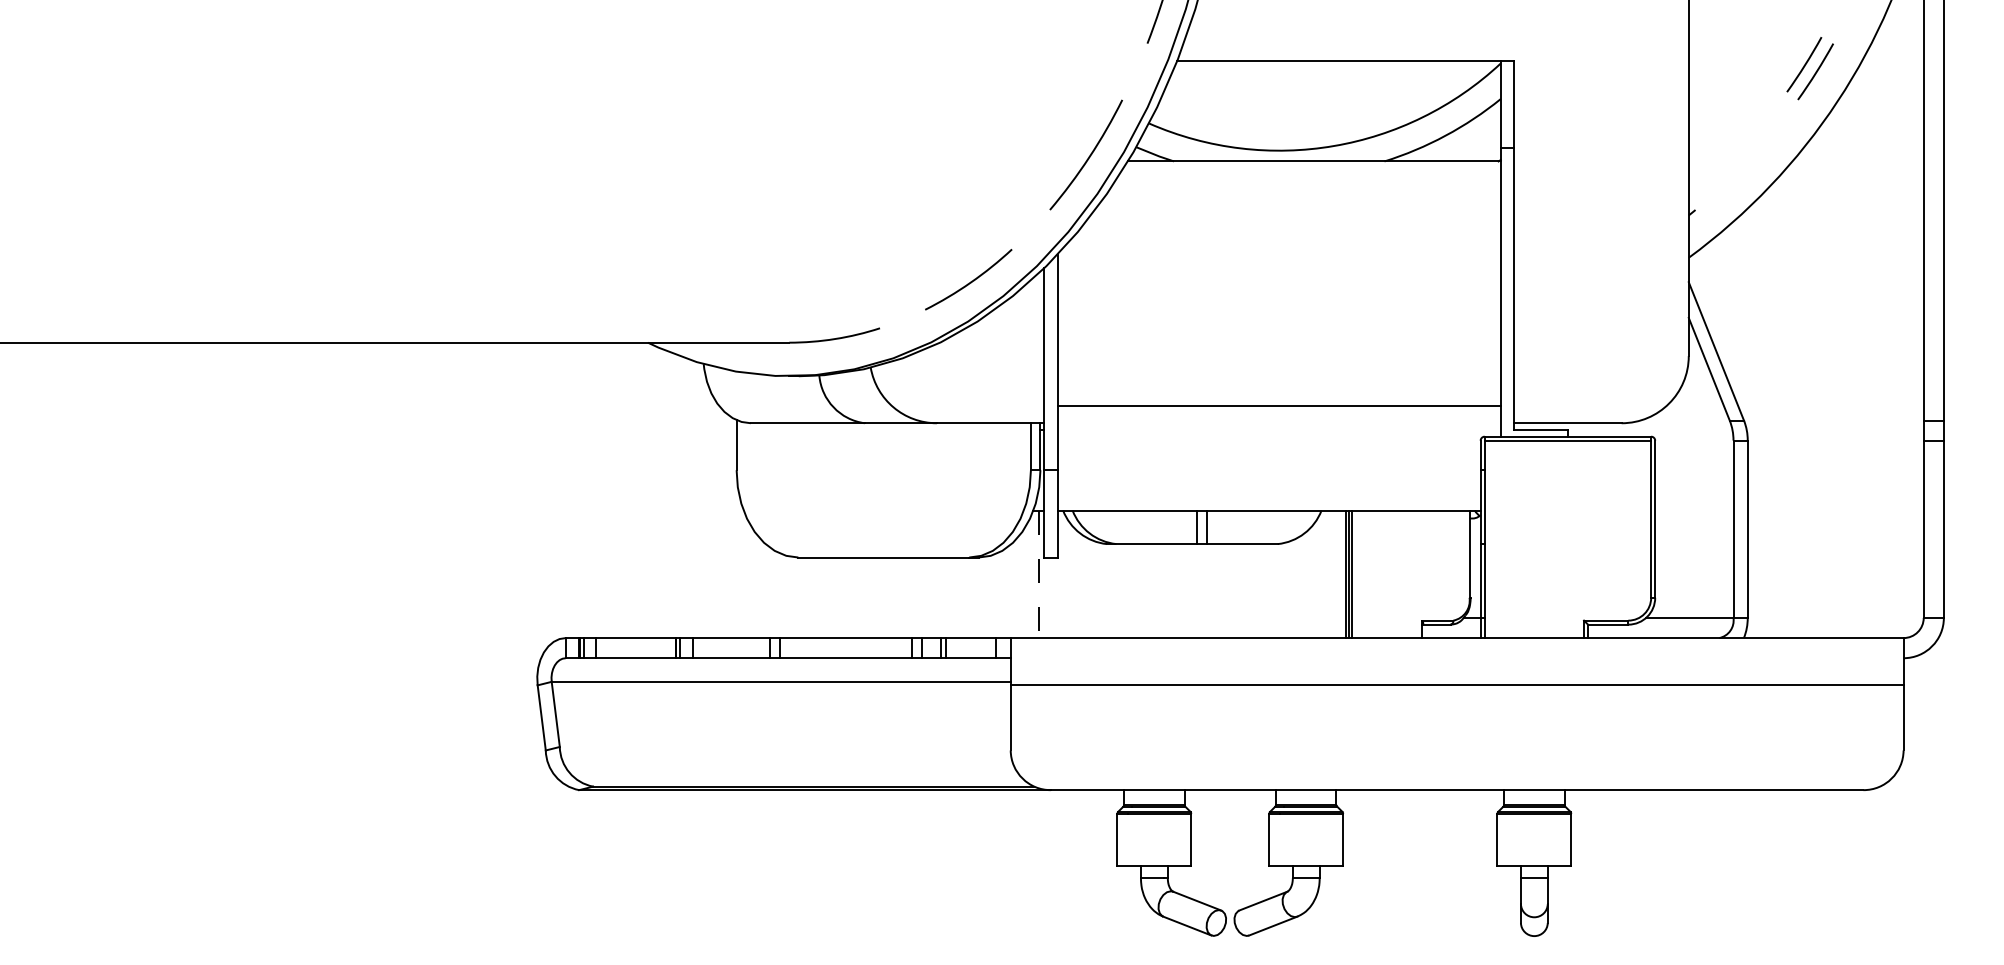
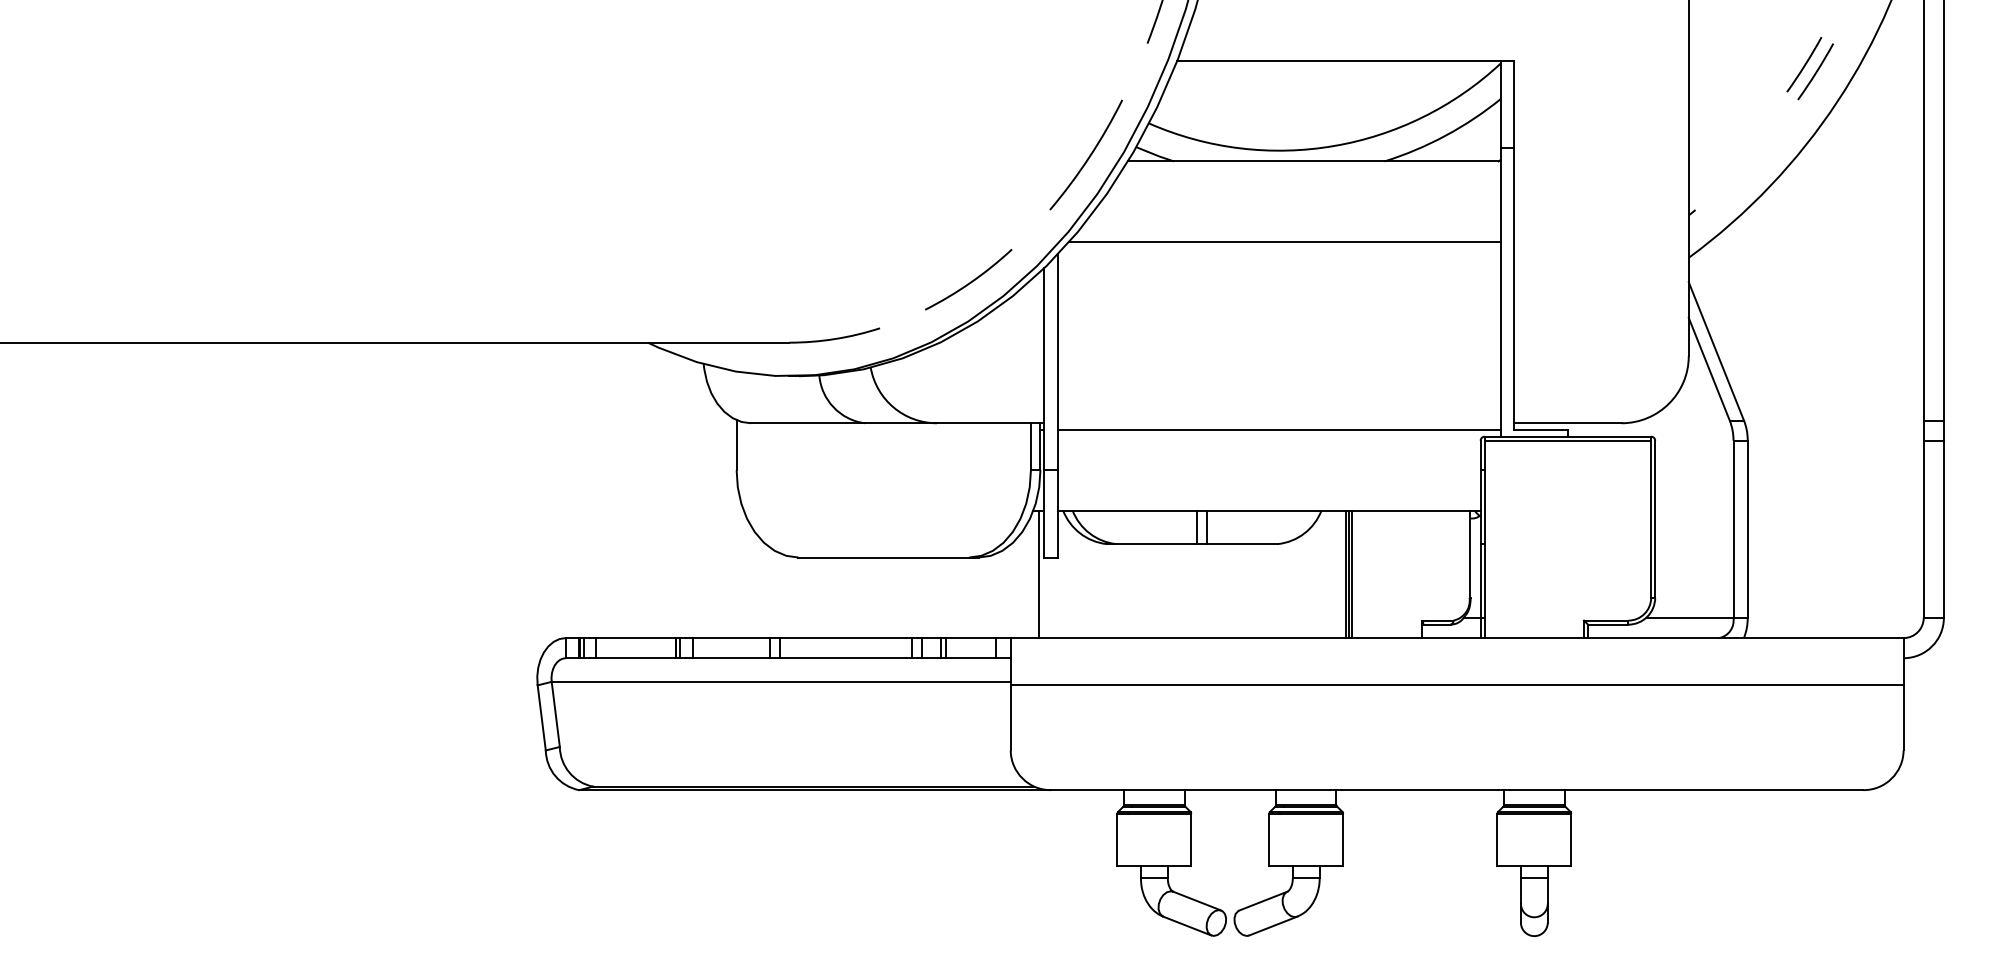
line at (1284, 242): none -> present
line at (1278, 405) position: (1278, 405) -> (1278, 429)
line at (1038, 574): dashed -> solid
